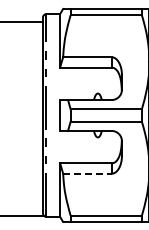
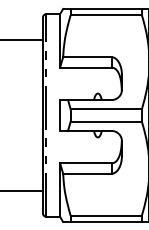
line at (22, 21) position: (22, 21) -> (22, 39)
line at (87, 173): dashed -> solid
line at (22, 216) position: (22, 216) -> (22, 191)
